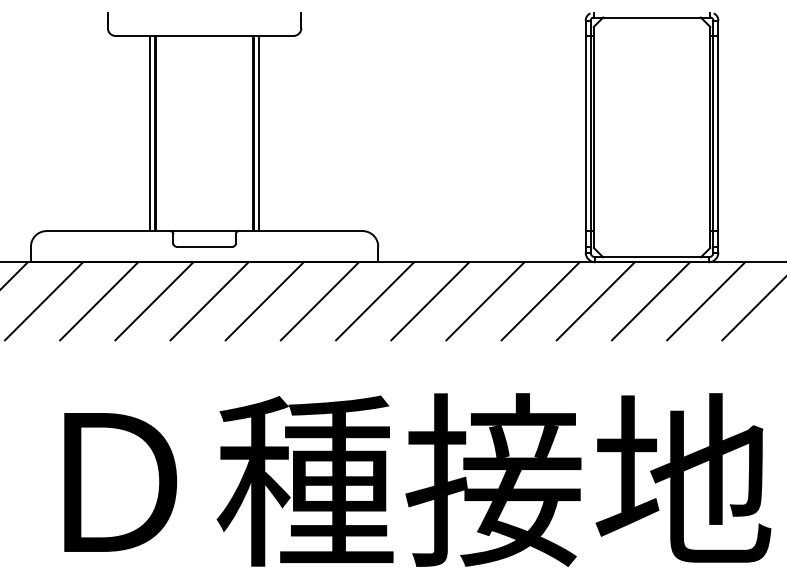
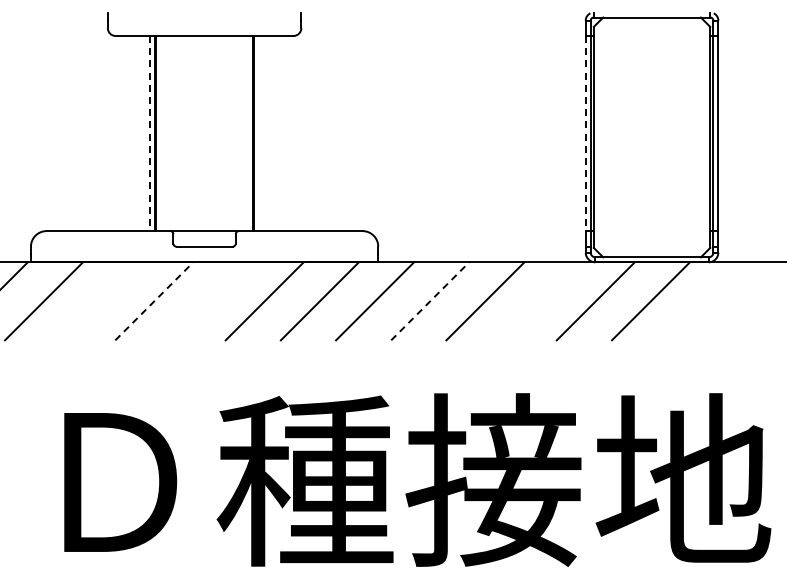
line at (149, 133): solid -> dashed
line at (259, 133): present -> none
line at (585, 133): solid -> dashed
line at (154, 300): solid -> dashed
line at (430, 300): solid -> dashed
line at (99, 301): present -> none
line at (209, 301): present -> none
line at (540, 301): present -> none
line at (706, 301): present -> none
line at (752, 309): present -> none
